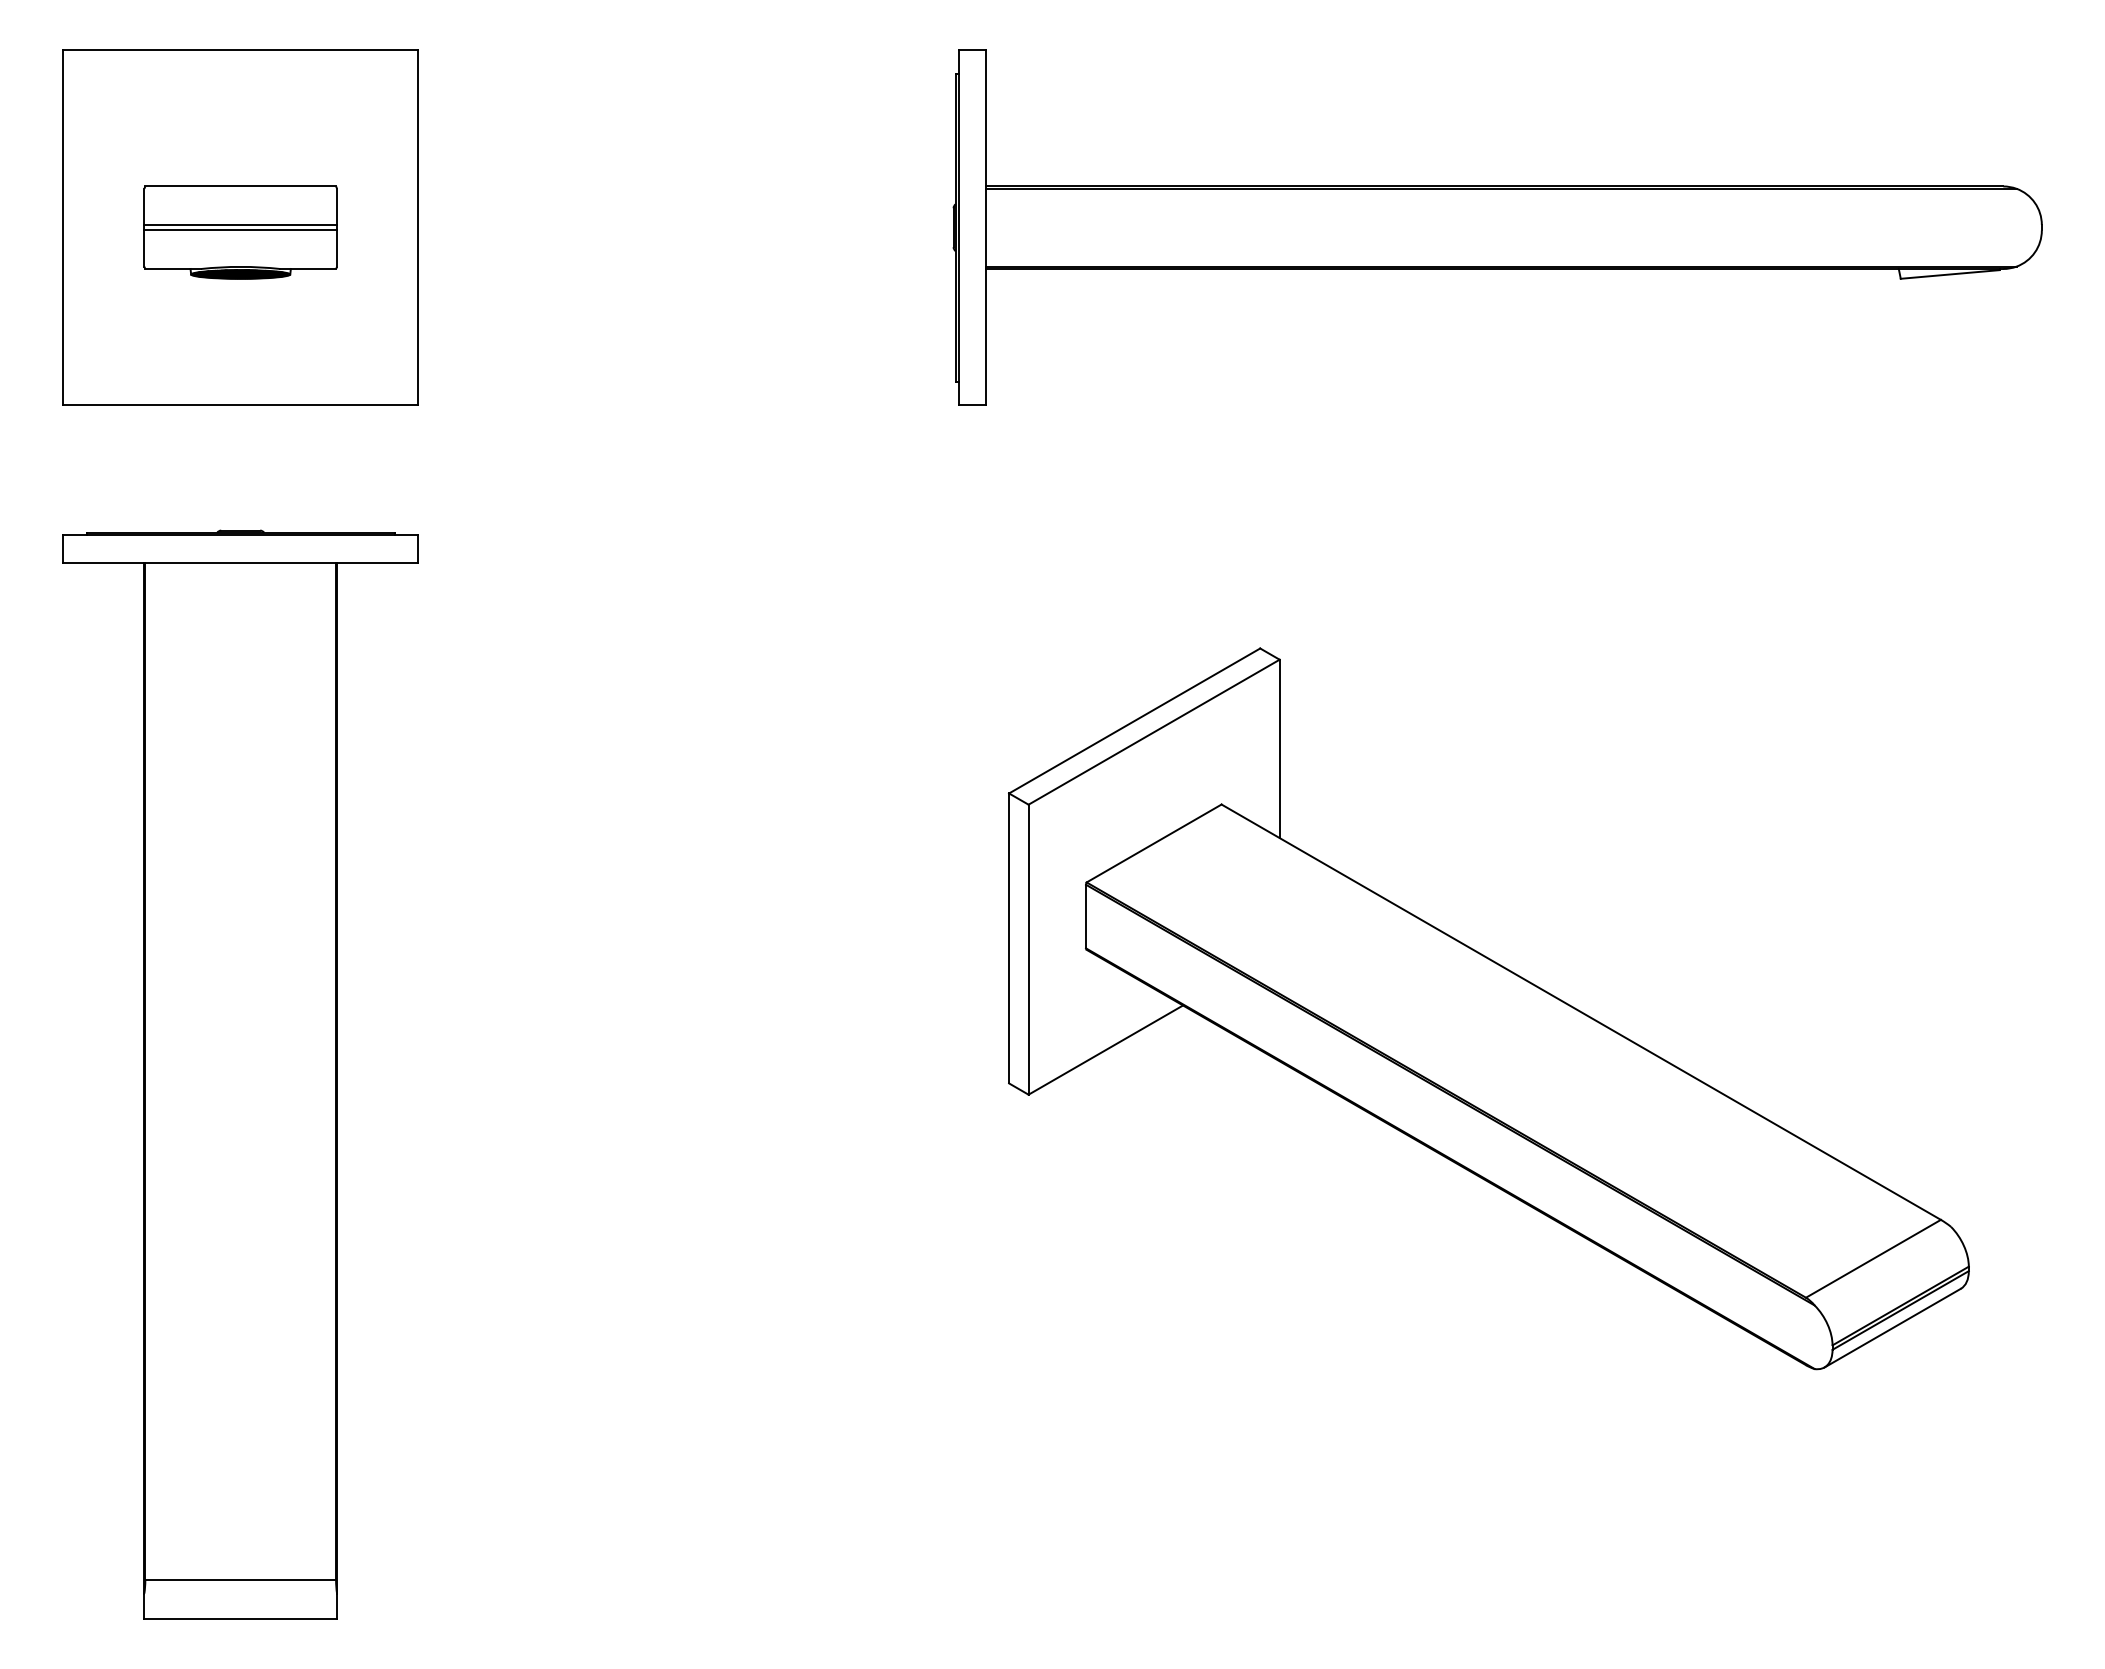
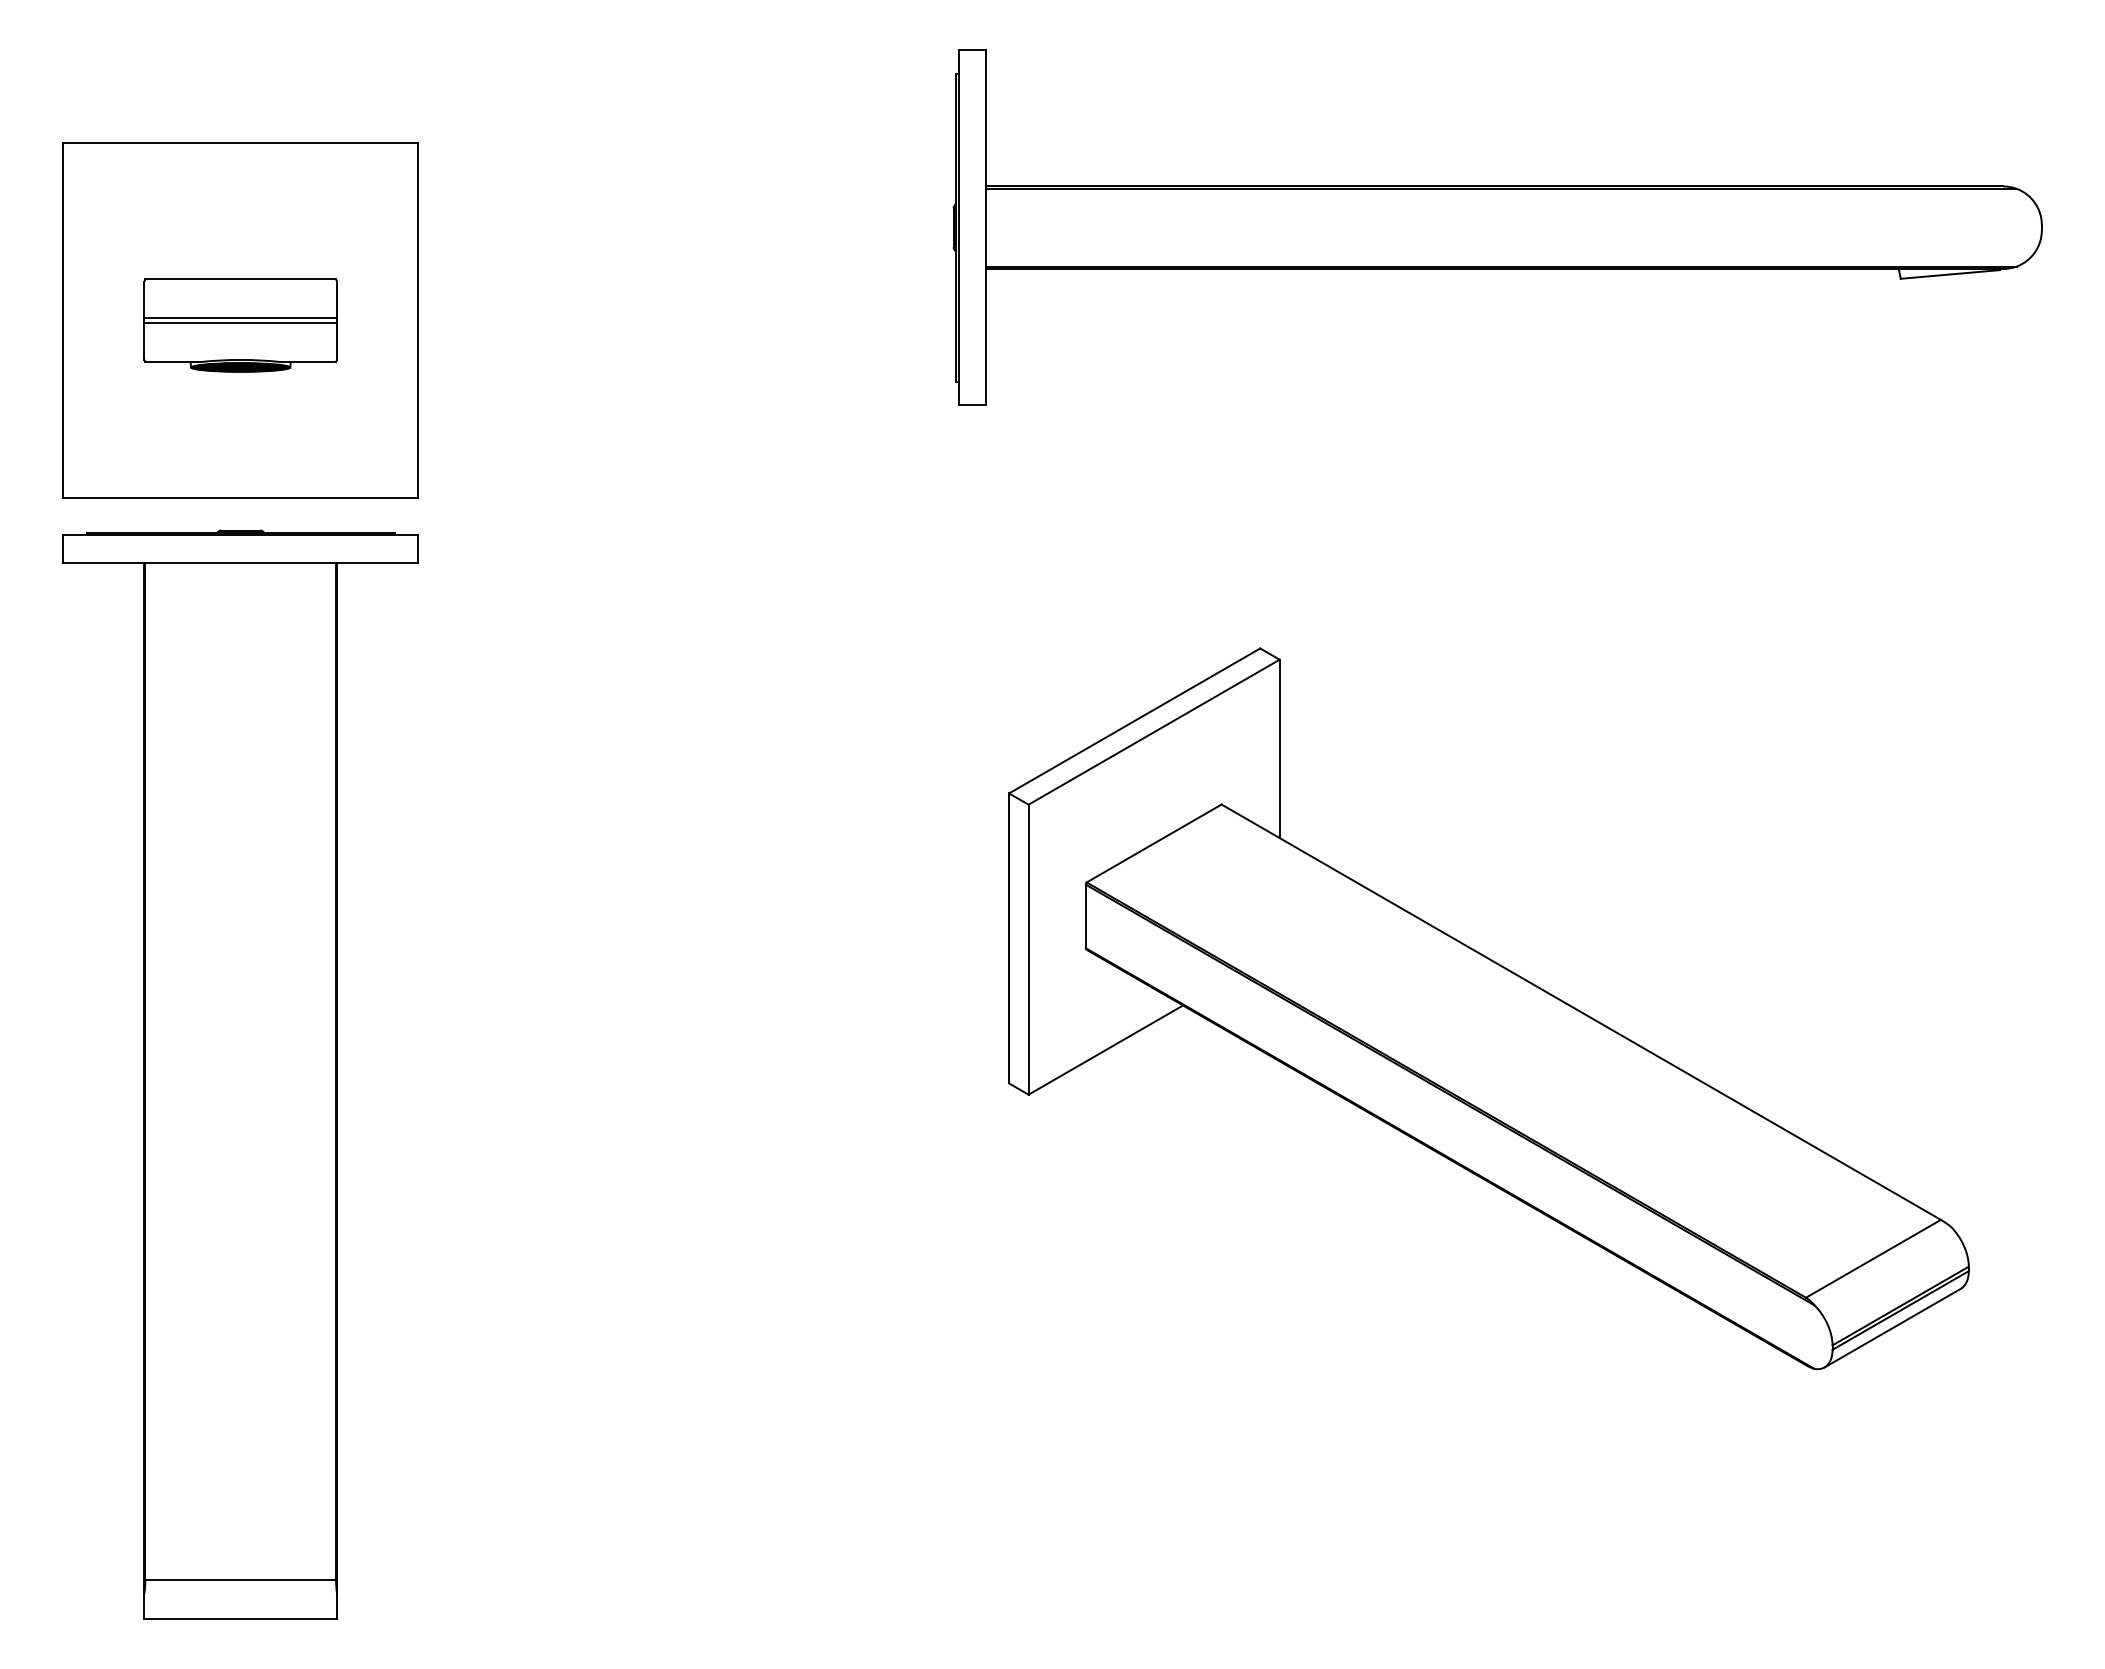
part at (240, 227) position: (240, 227) -> (240, 320)
